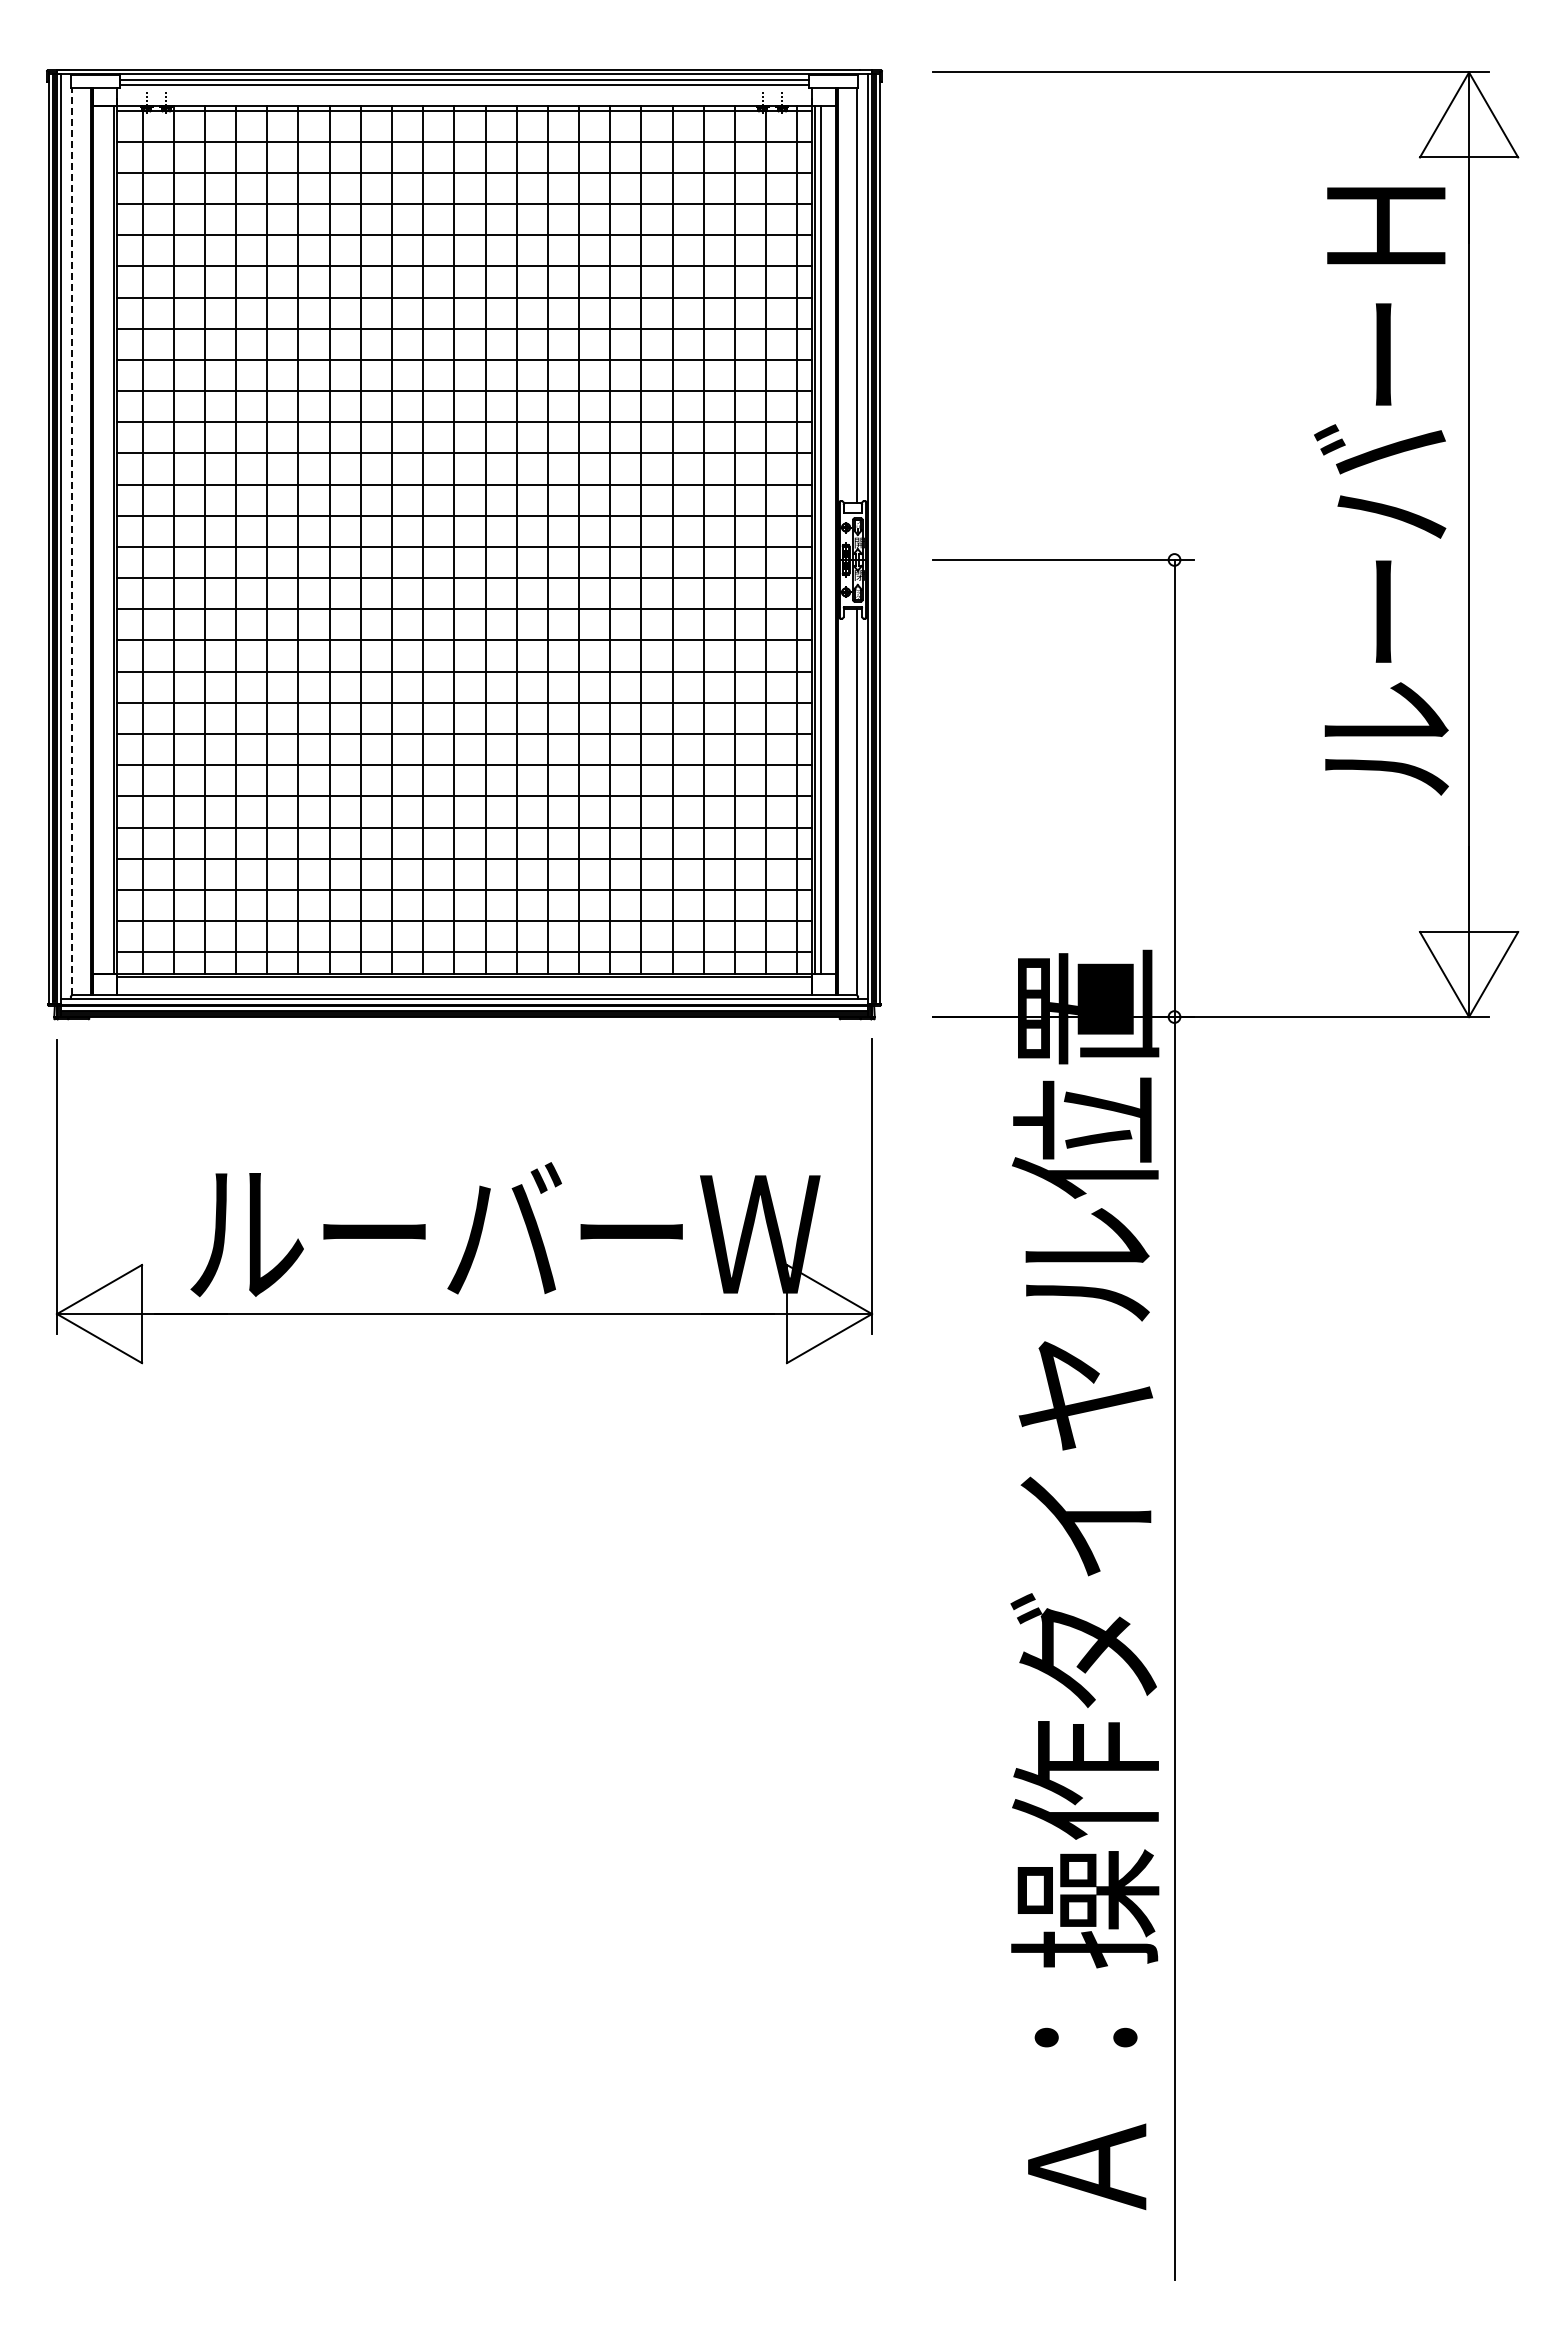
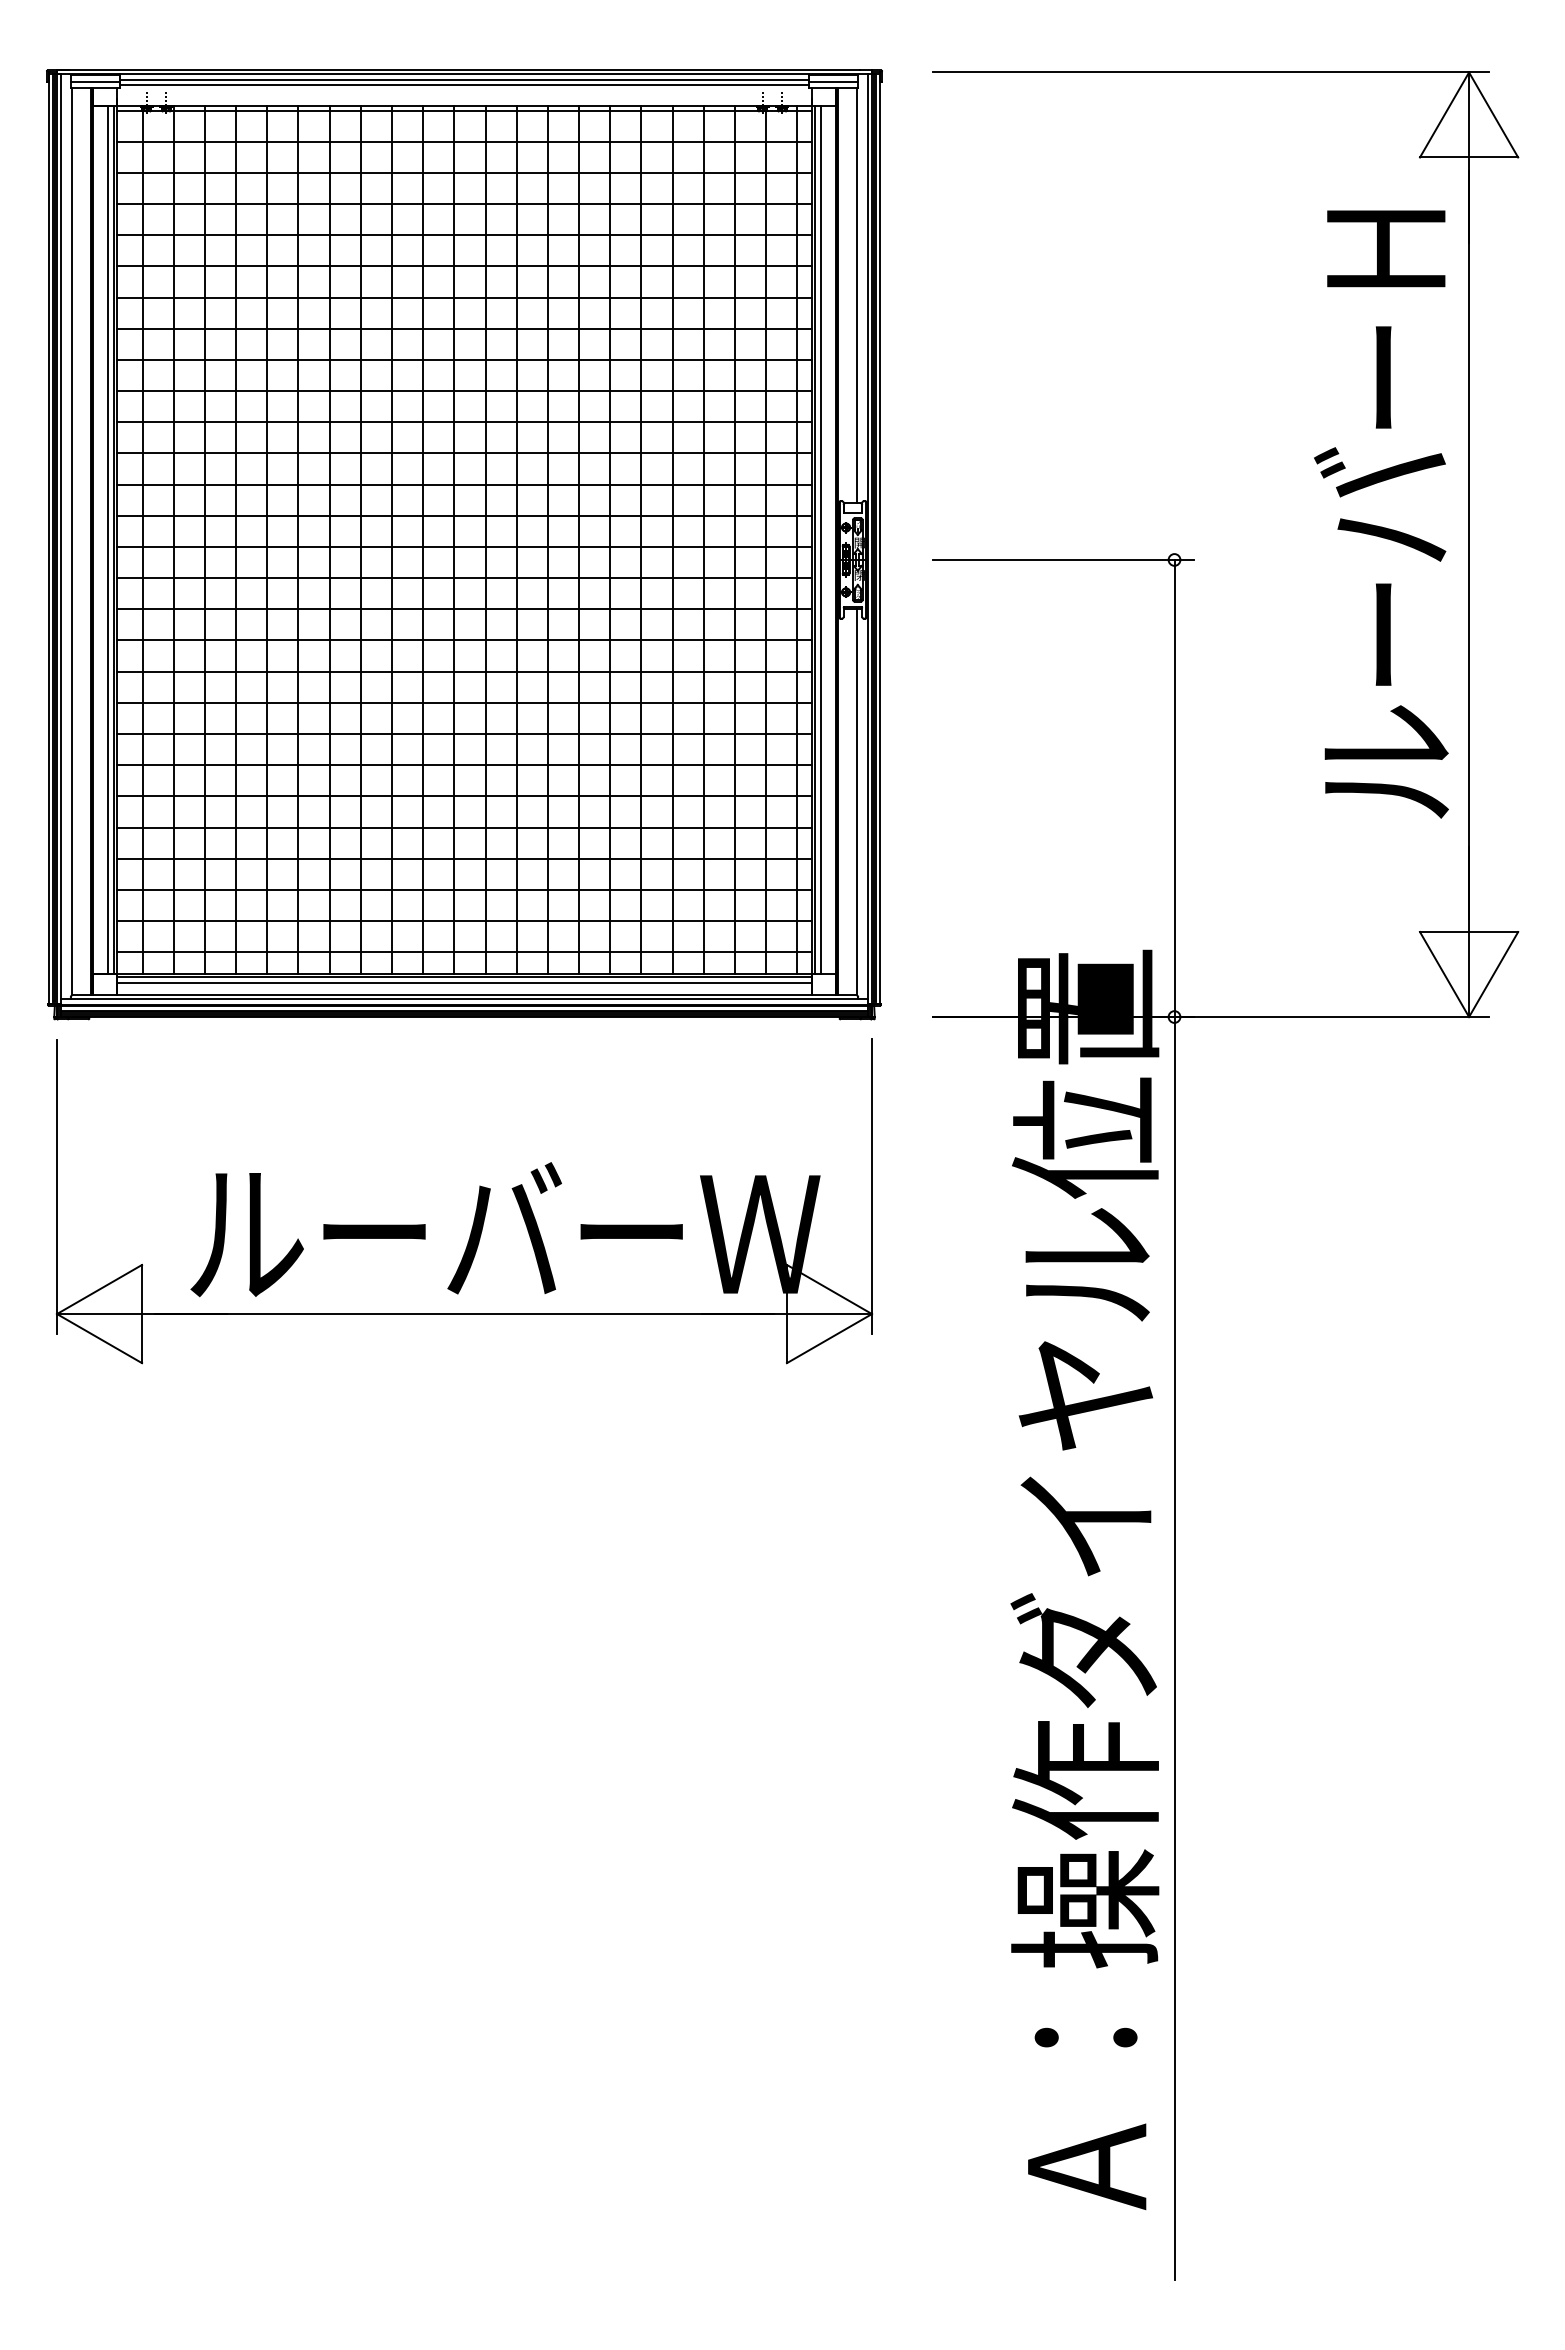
line at (94, 82): none -> present
line at (833, 82): none -> present
text at (1381, 491) position: (1381, 491) -> (1381, 514)
line at (107, 539): none -> present
line at (71, 541): dashed -> solid
line at (464, 983): none -> present
